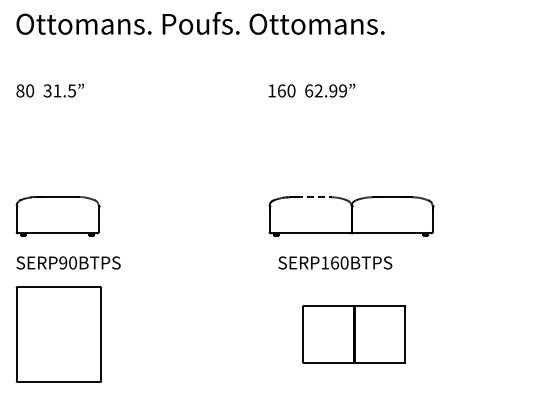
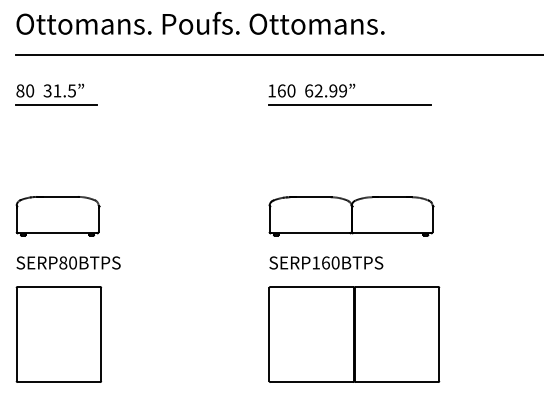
line at (278, 54): none -> present
line at (56, 105): none -> present
line at (350, 105): none -> present
line at (314, 197): dashed -> solid
text at (63, 262): SERP90BTPS -> SERP80BTPS
text at (335, 262) position: (335, 262) -> (326, 262)
part at (353, 334) size: 104x59 px -> 173x97 px
